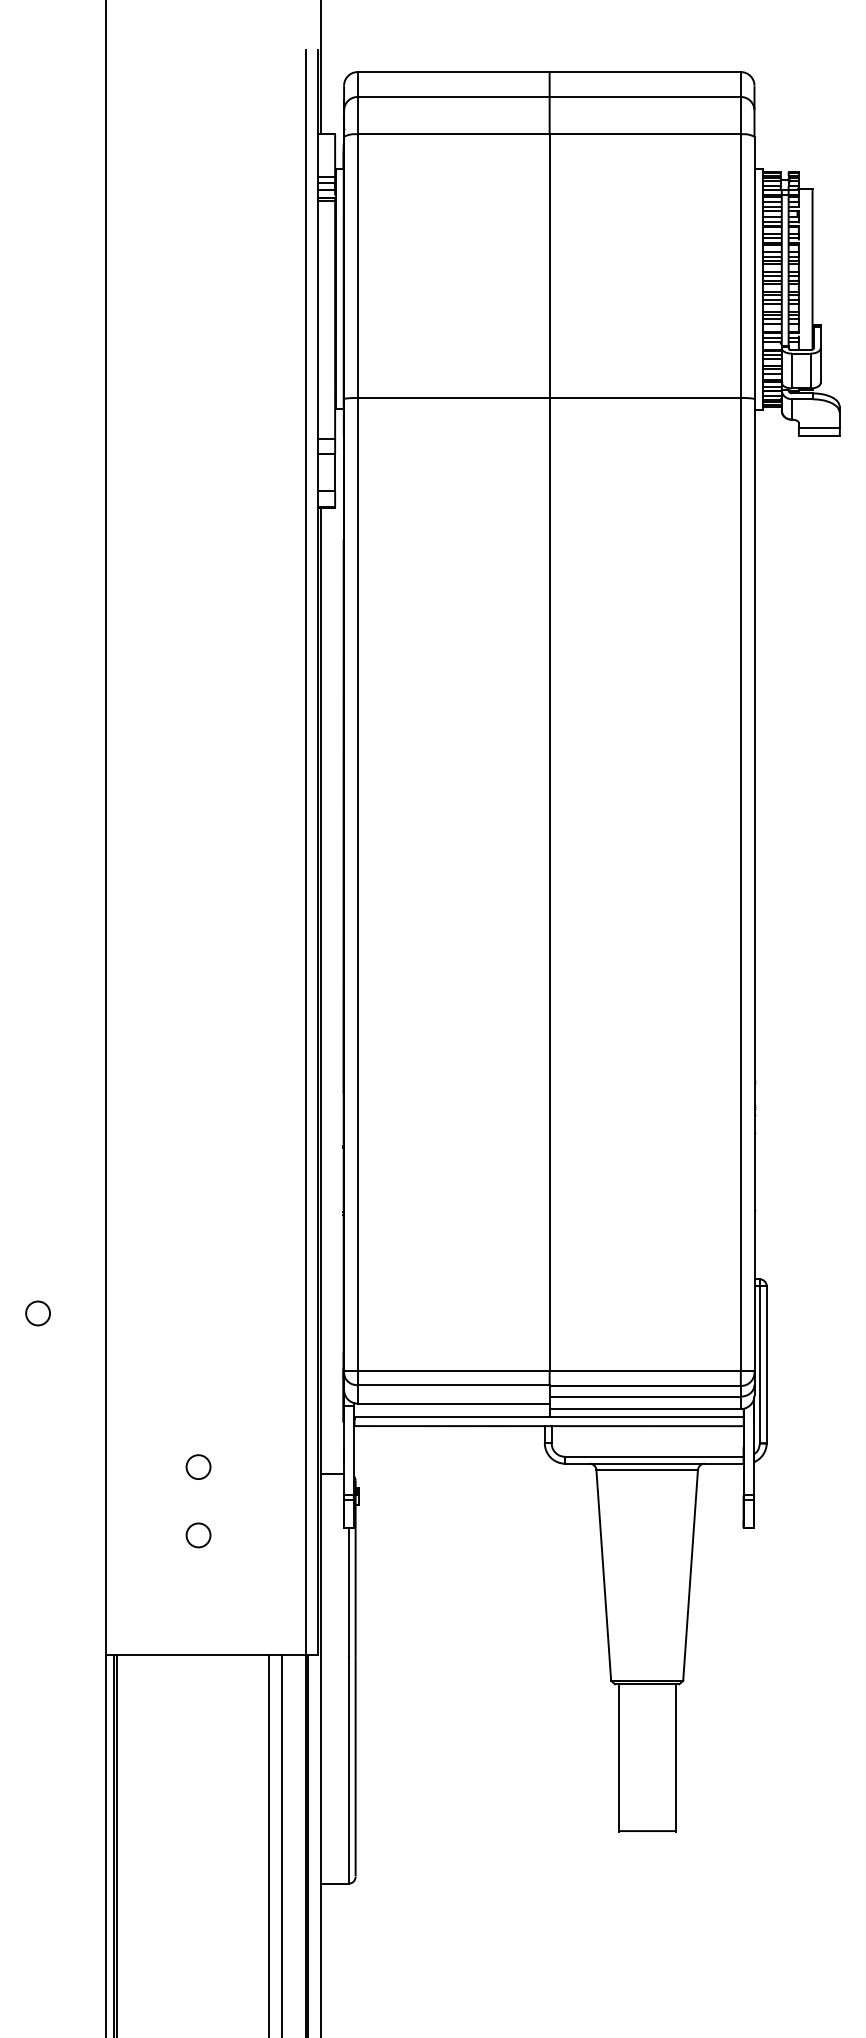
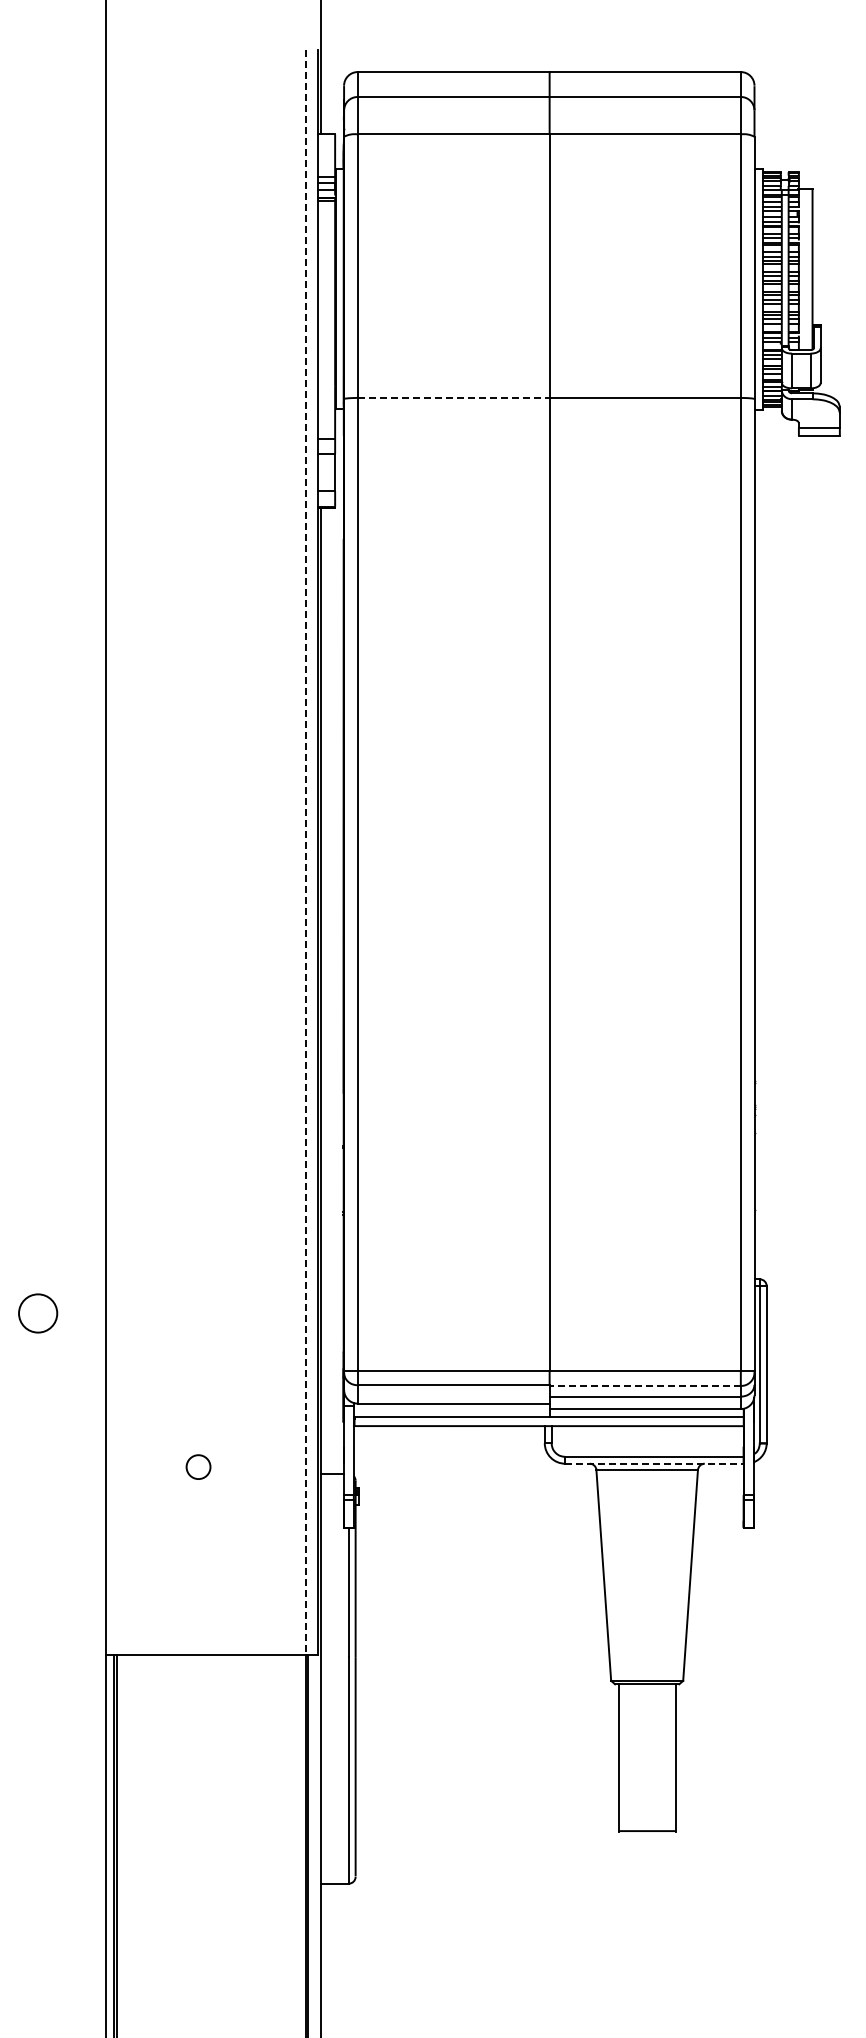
line at (453, 397): solid -> dashed
line at (305, 853): solid -> dashed
circle at (37, 1313) size: 26x27 px -> 41x41 px
line at (645, 1385): solid -> dashed
line at (655, 1463): solid -> dashed
circle at (198, 1535): present -> none
line at (268, 1844): present -> none
line at (282, 1844): present -> none
